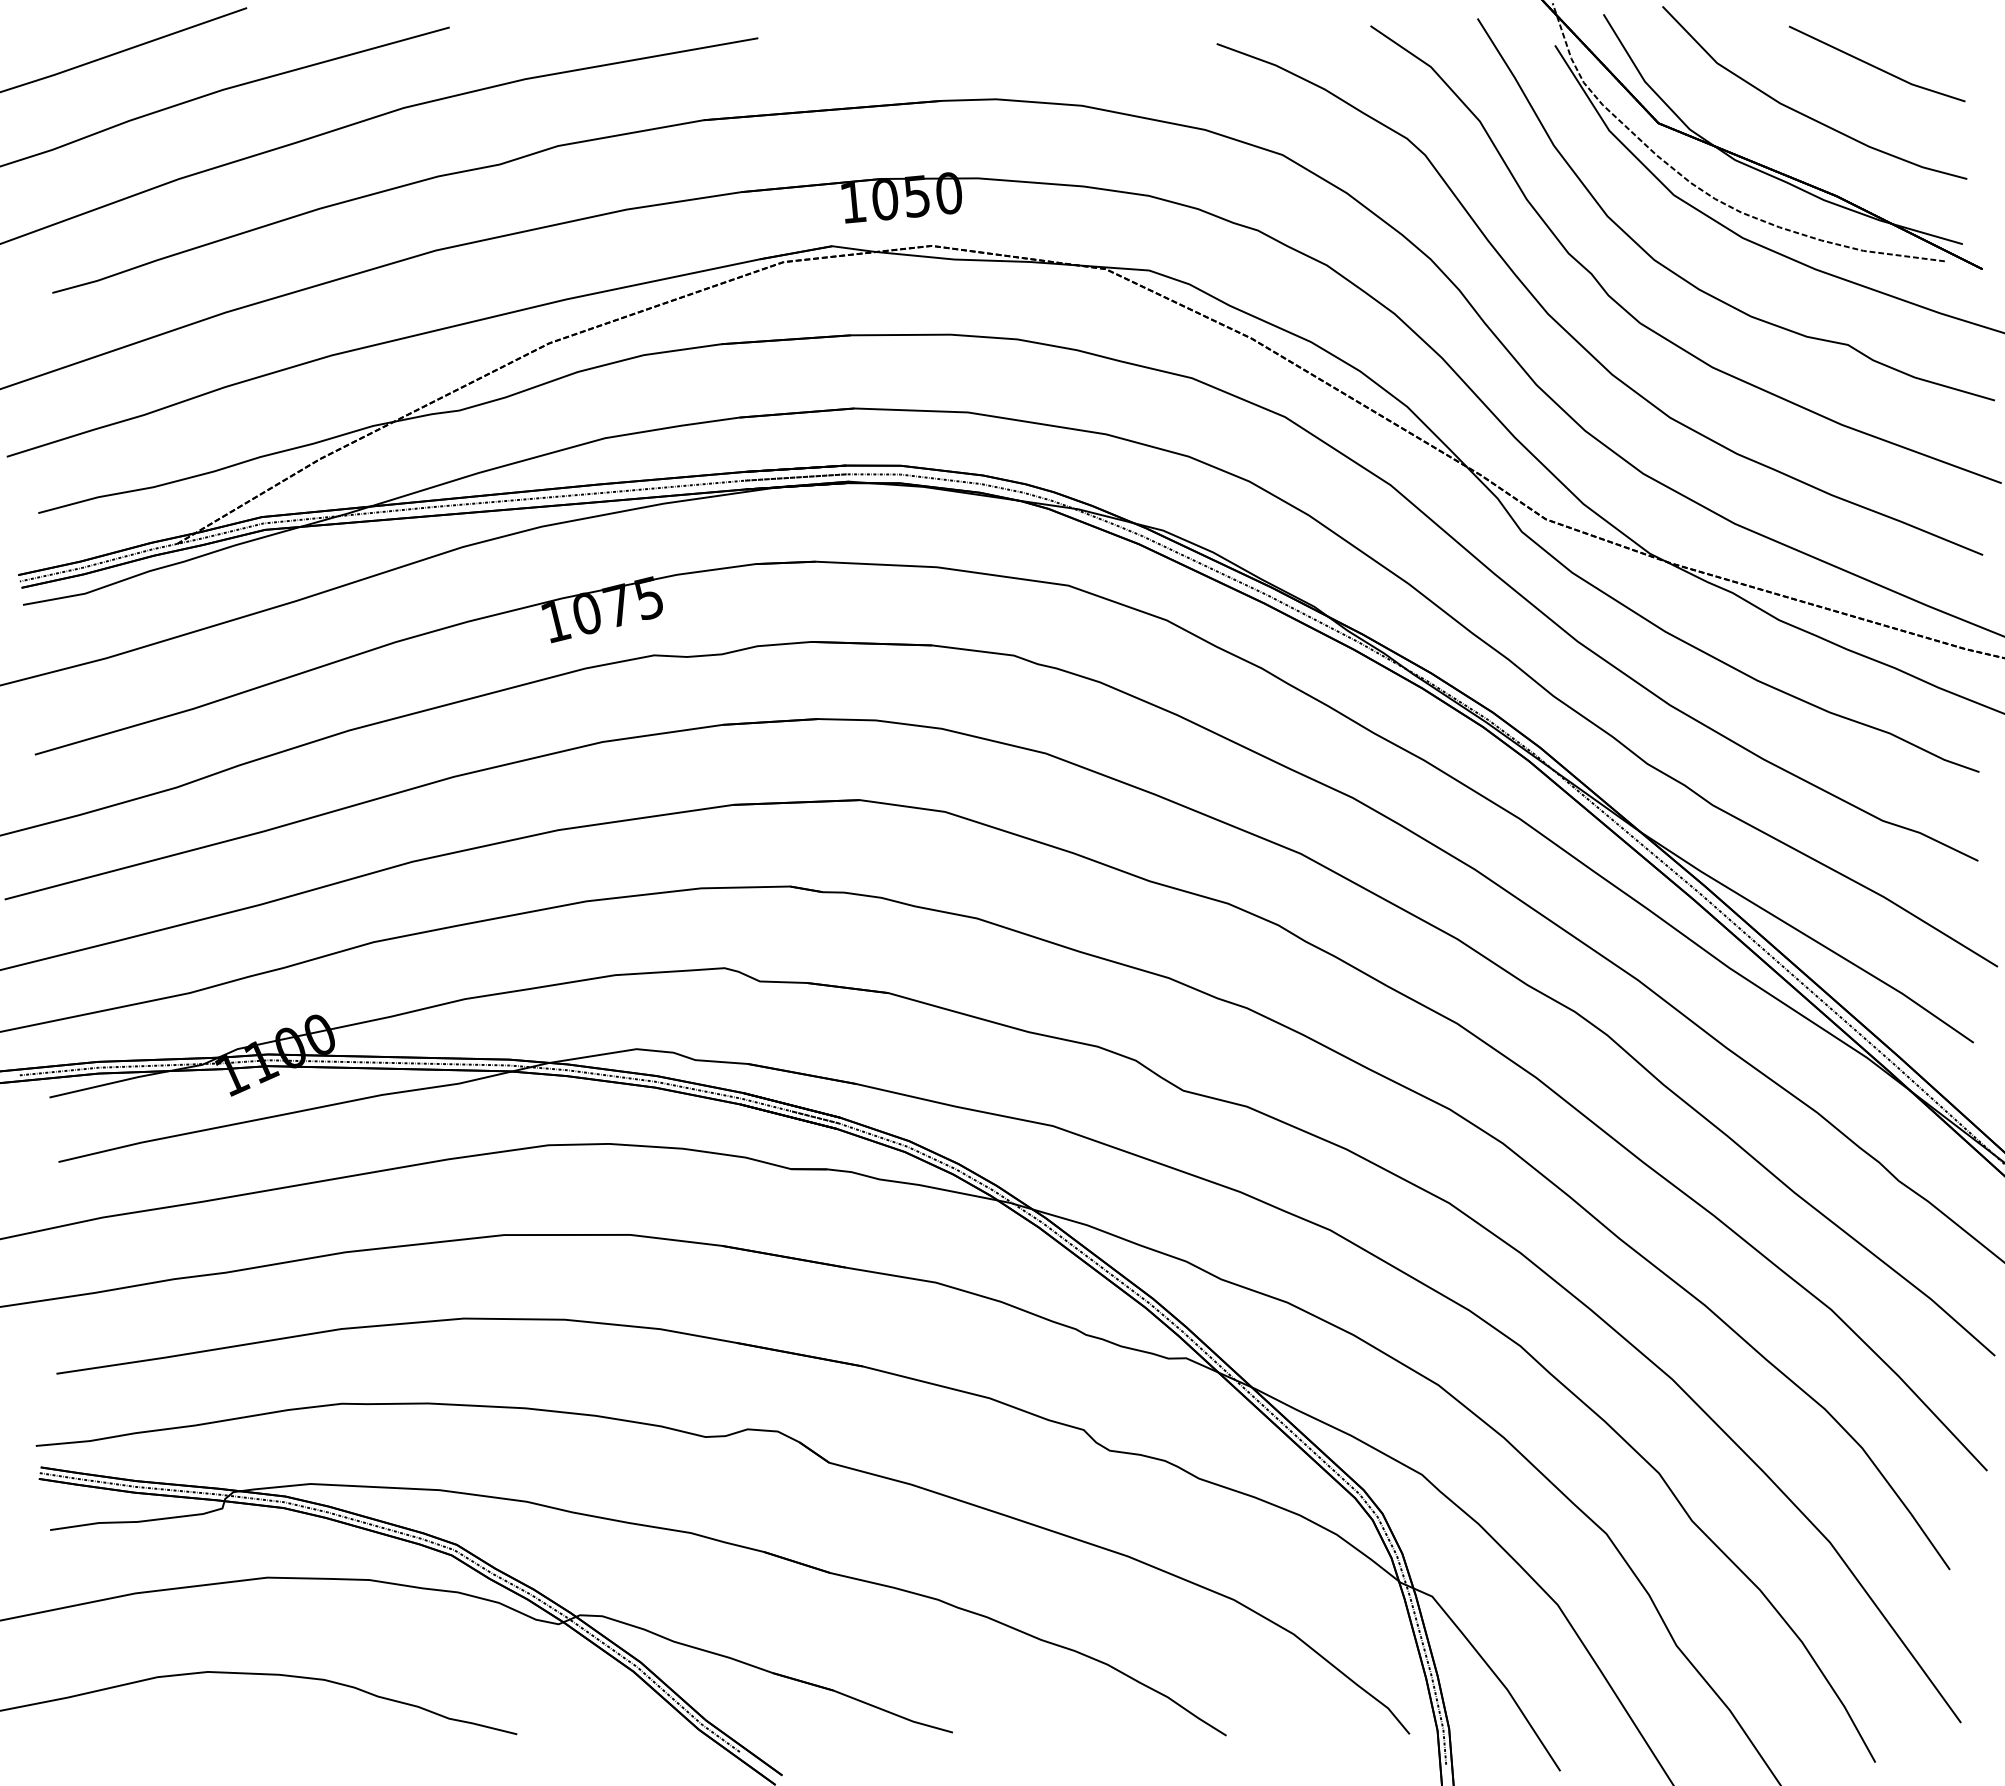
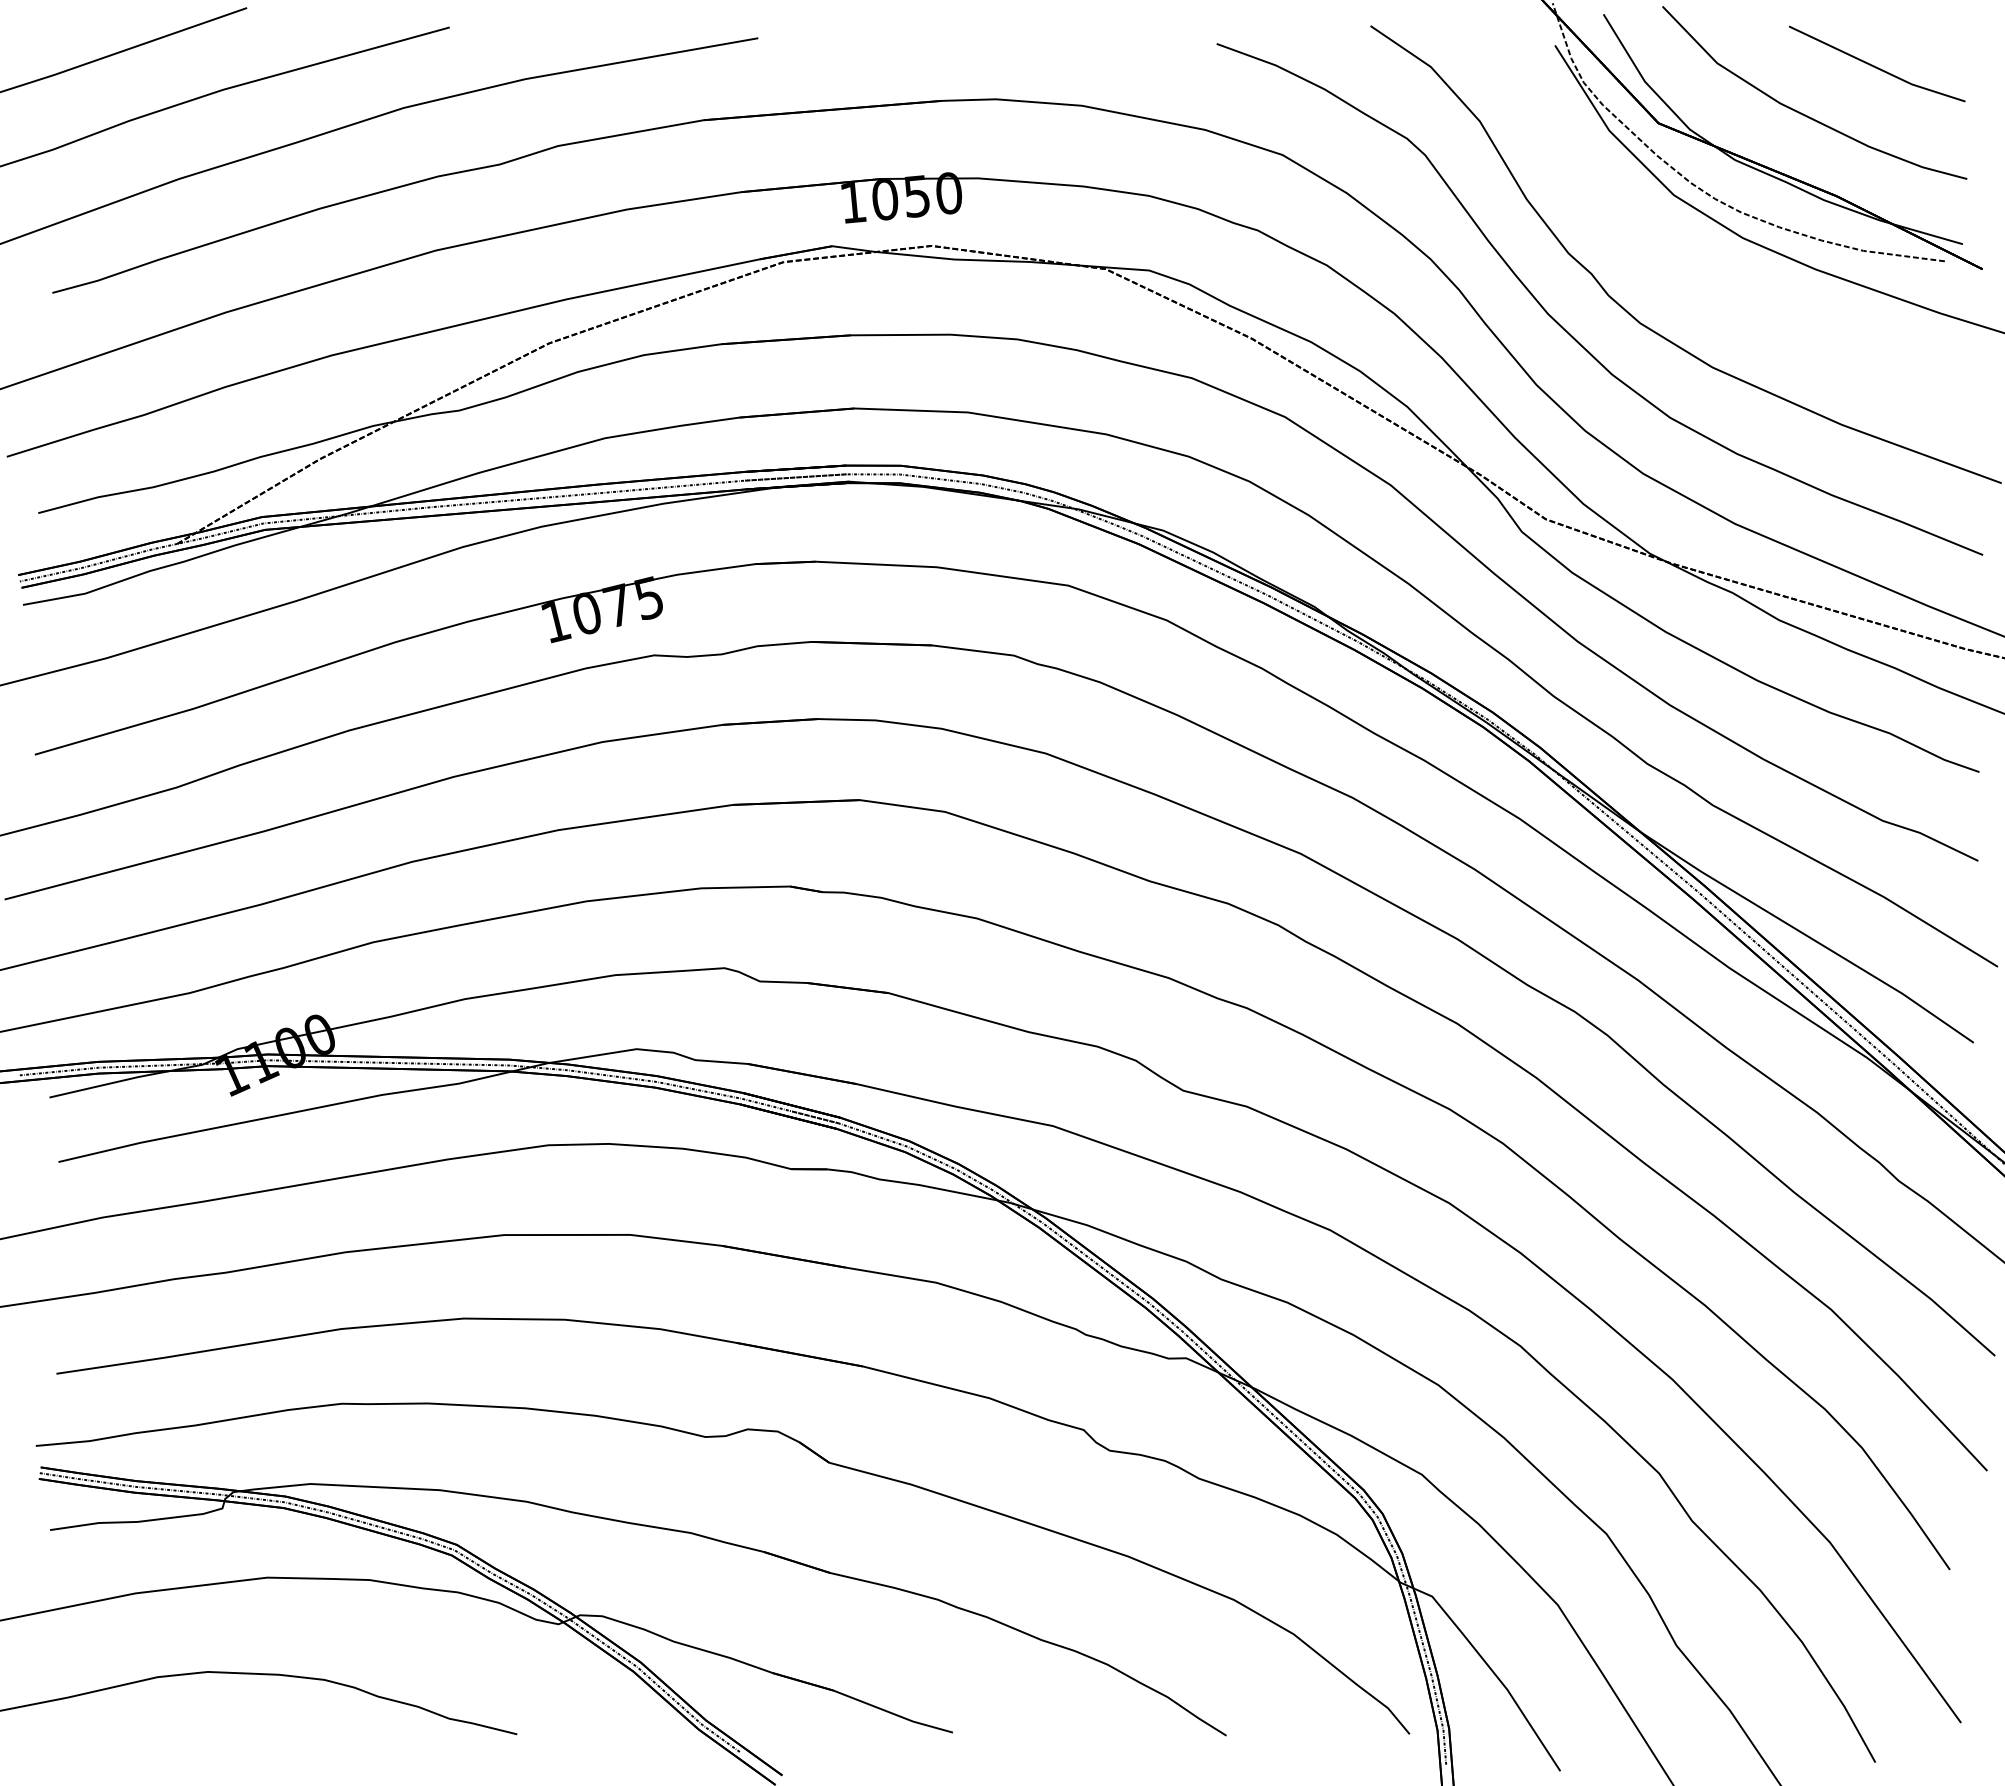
curve at (1687, 280): present -> none
